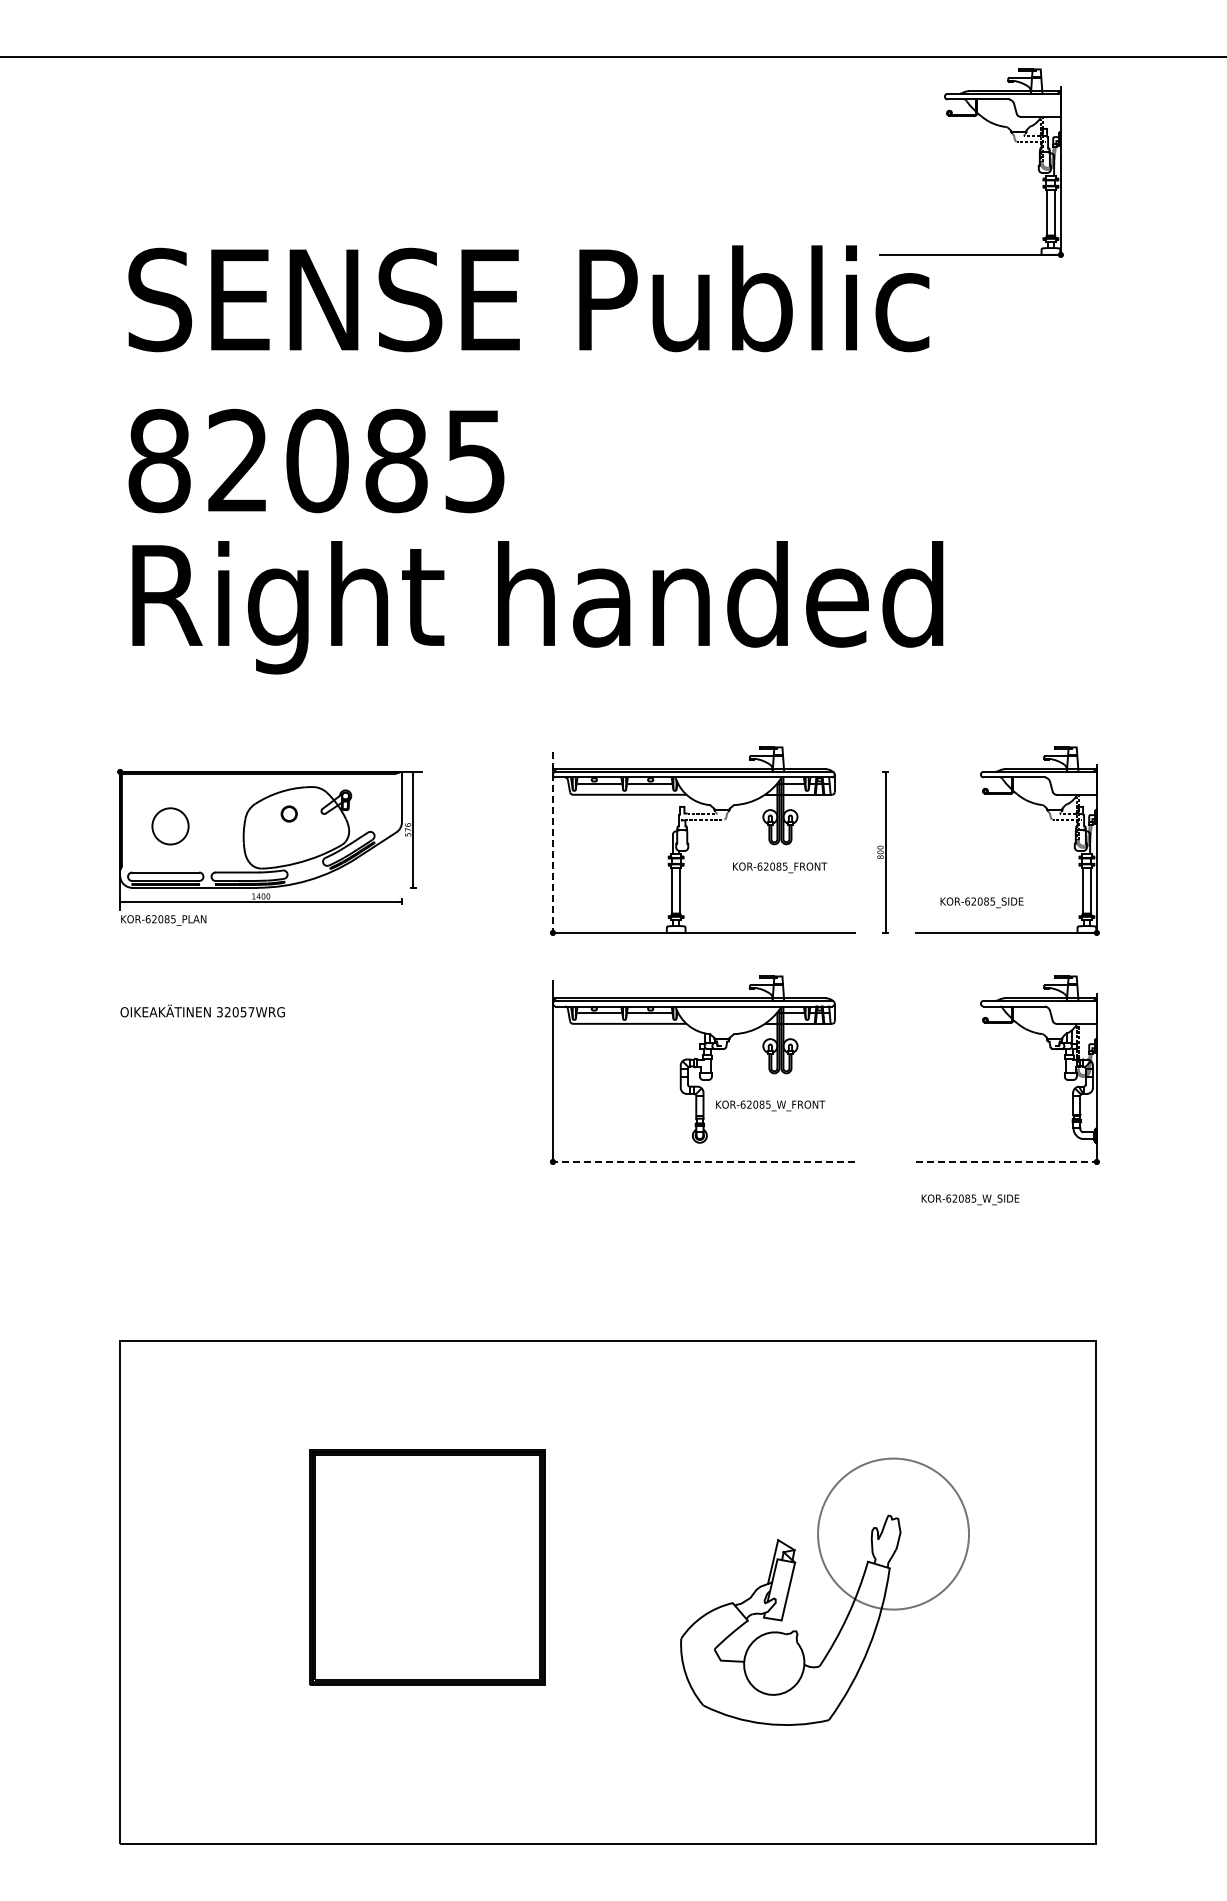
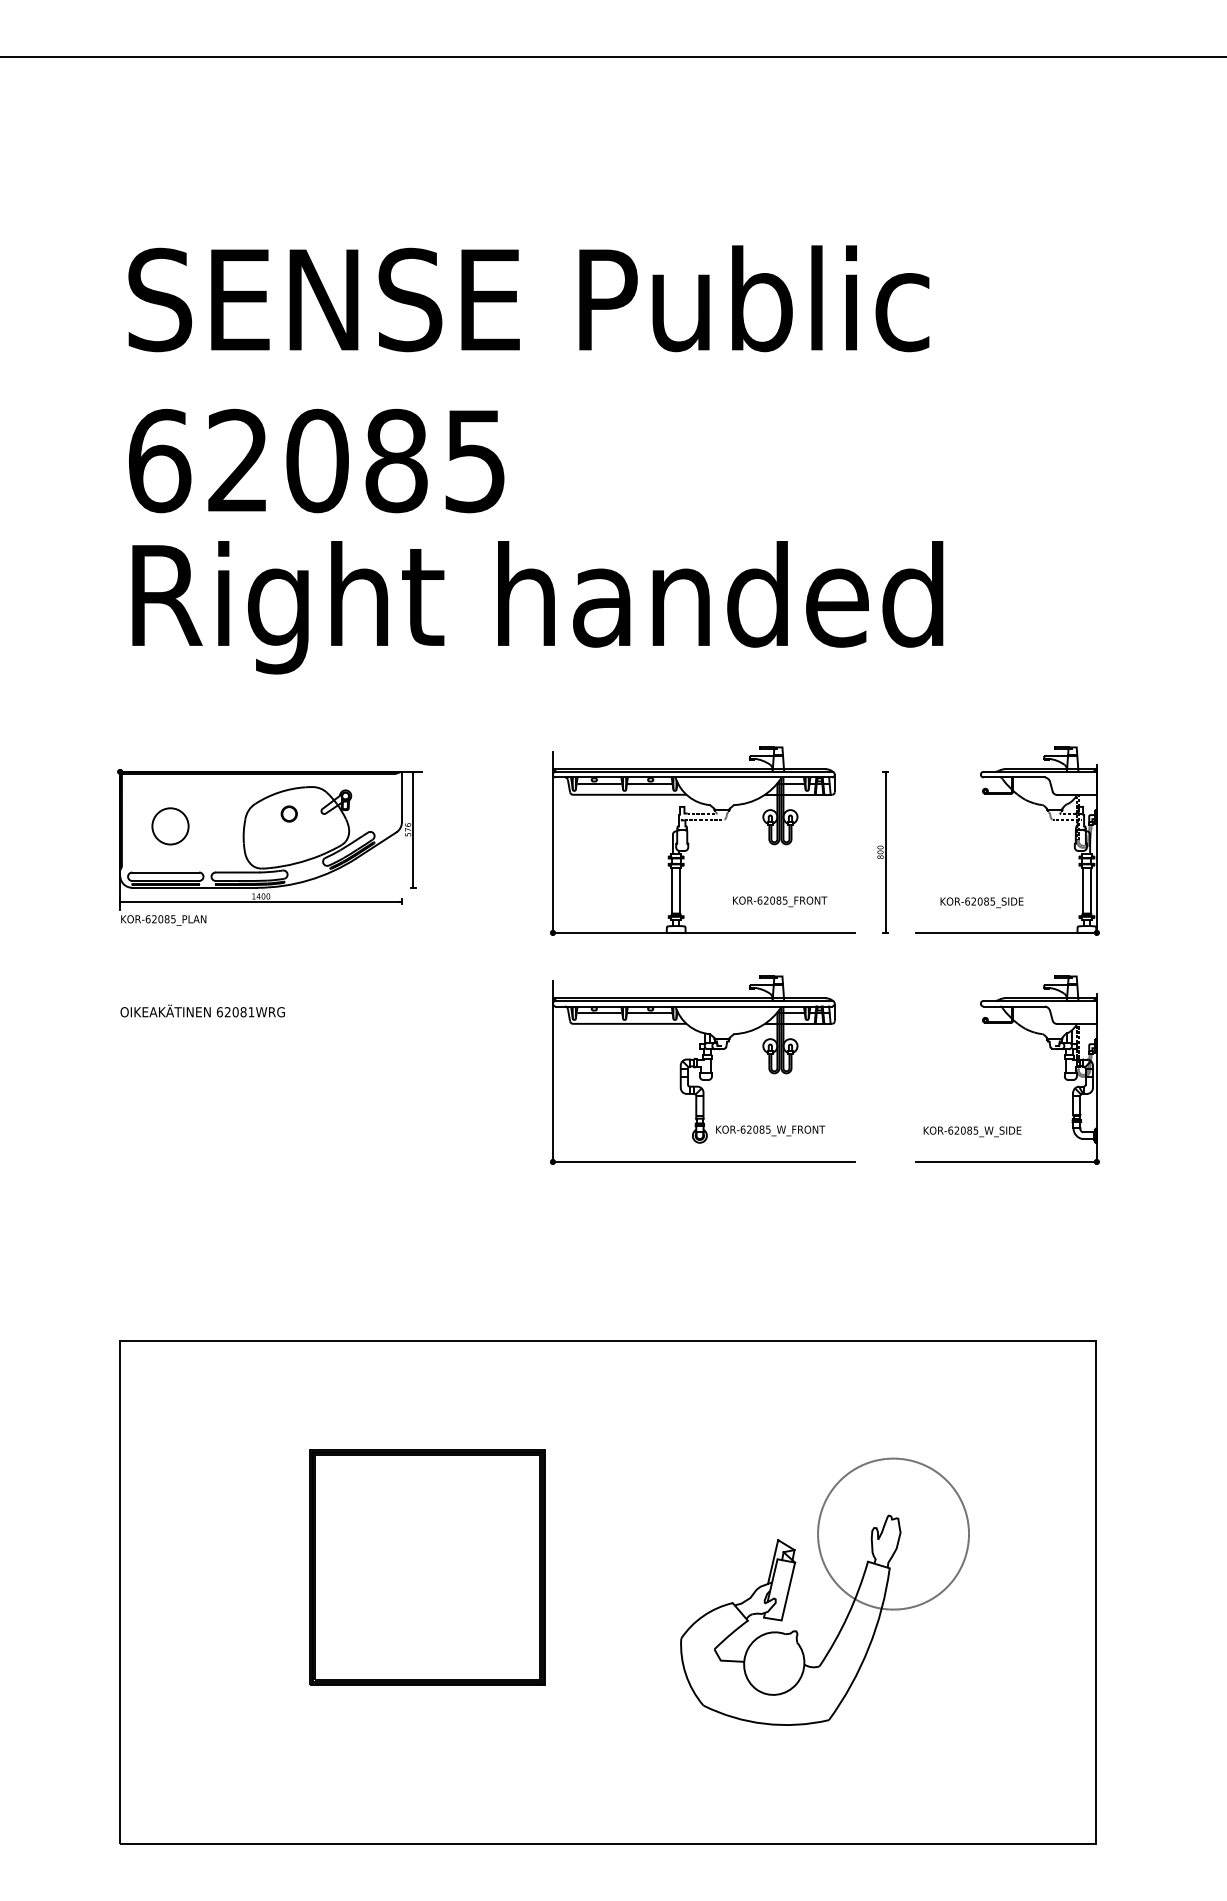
part at (990, 123): present -> none
text at (159, 460): 82085 -> 62085
line at (552, 842): dashed -> solid
text at (780, 867) position: (780, 867) -> (780, 901)
text at (235, 1012): 32057WRG -> 62081WRG
text at (770, 1105) position: (770, 1105) -> (770, 1130)
line at (703, 1161): dashed -> solid
line at (1006, 1161): dashed -> solid
text at (970, 1199) position: (970, 1199) -> (972, 1131)
